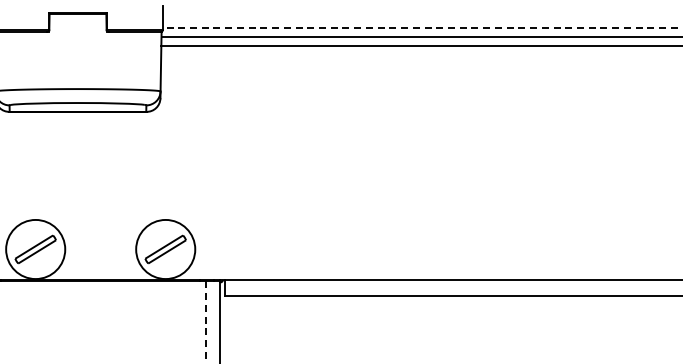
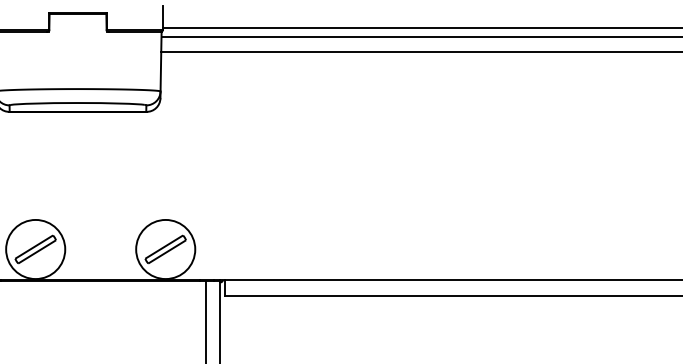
line at (423, 28): dashed -> solid
line at (420, 46) position: (420, 46) -> (420, 52)
line at (205, 322): dashed -> solid
